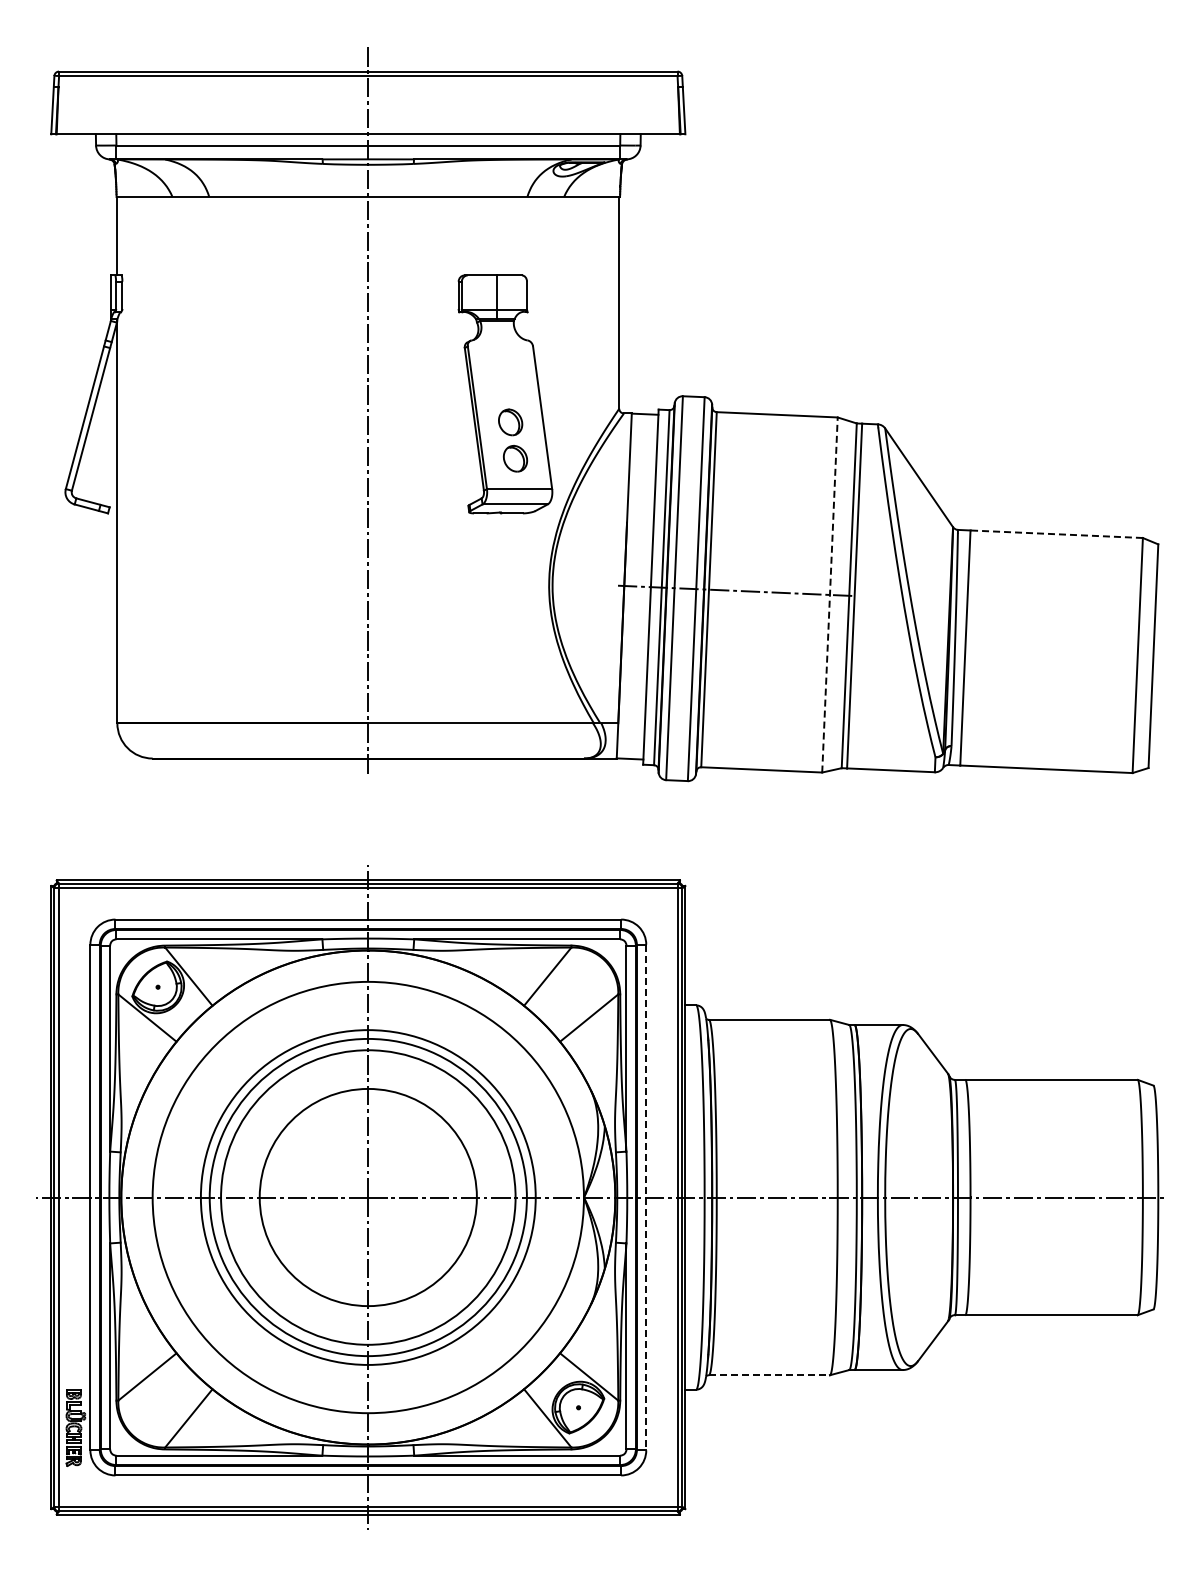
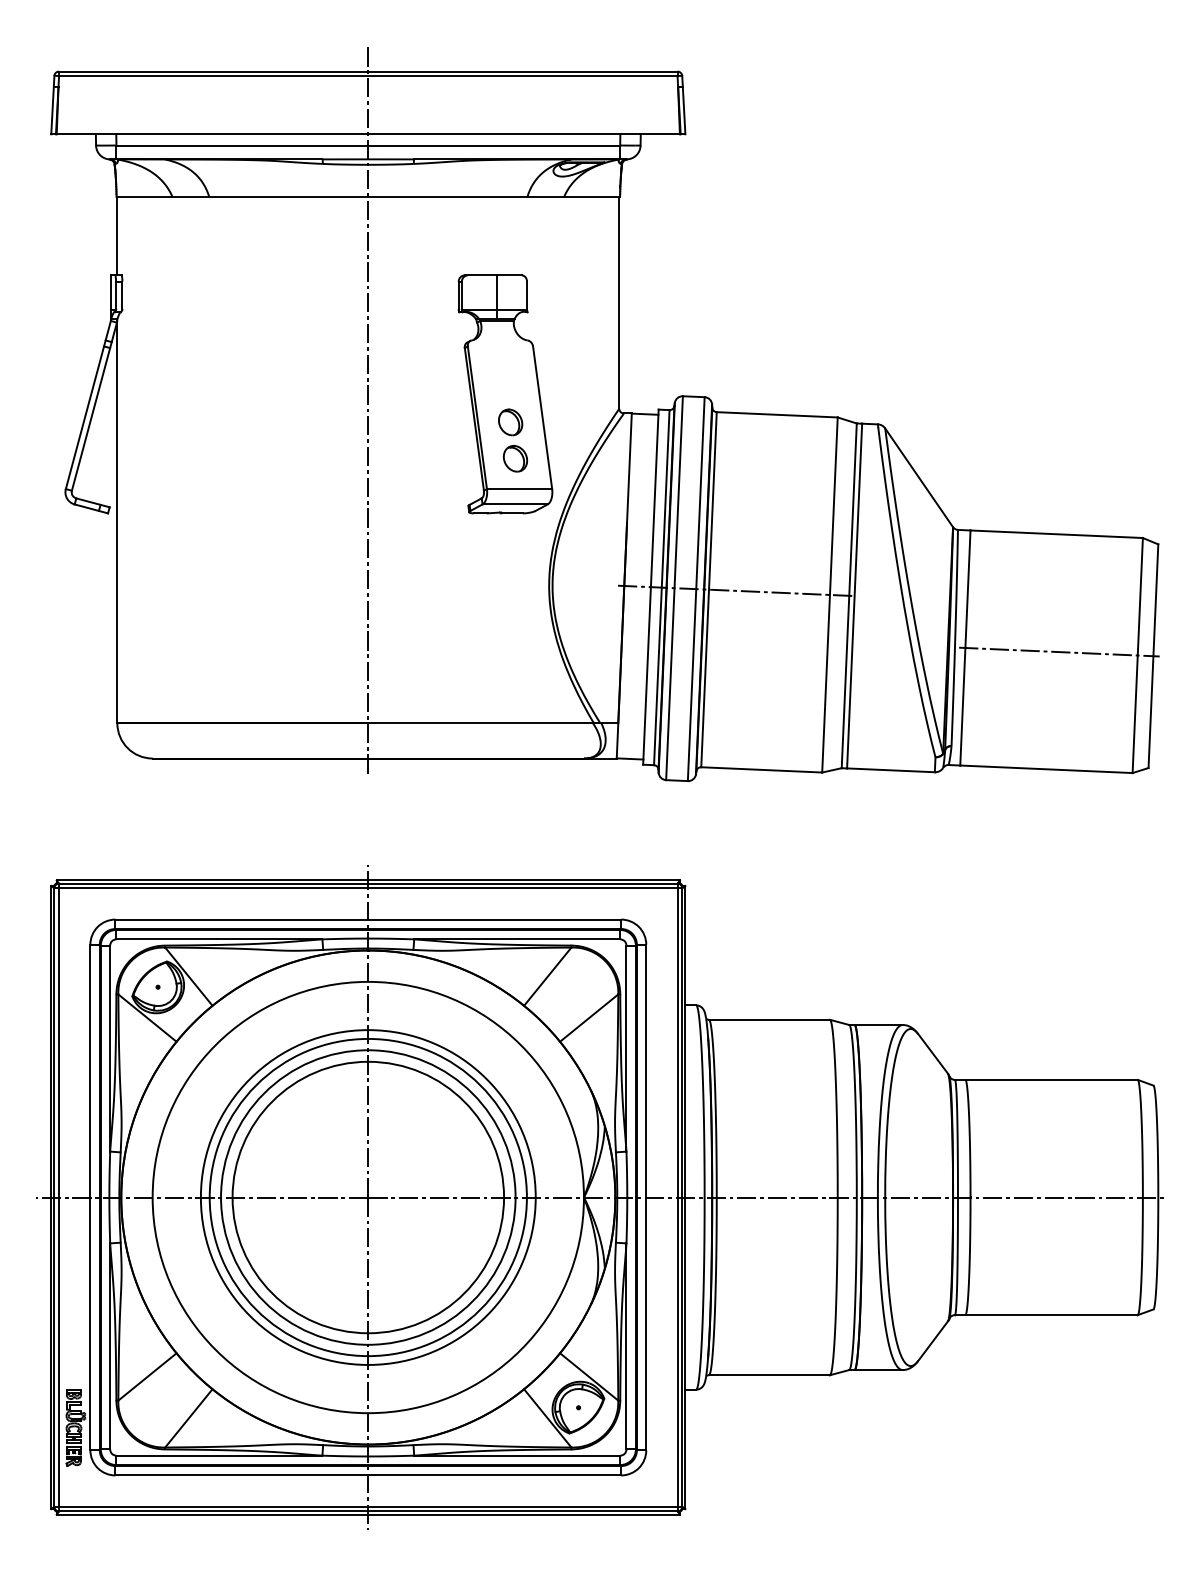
line at (1056, 534): dashed -> solid
line at (829, 595): dashed -> solid
line at (1059, 651): none -> present
circle at (367, 1197) diameter: 217 px -> 271 px
line at (646, 1197): dashed -> solid
line at (769, 1375): dashed -> solid
